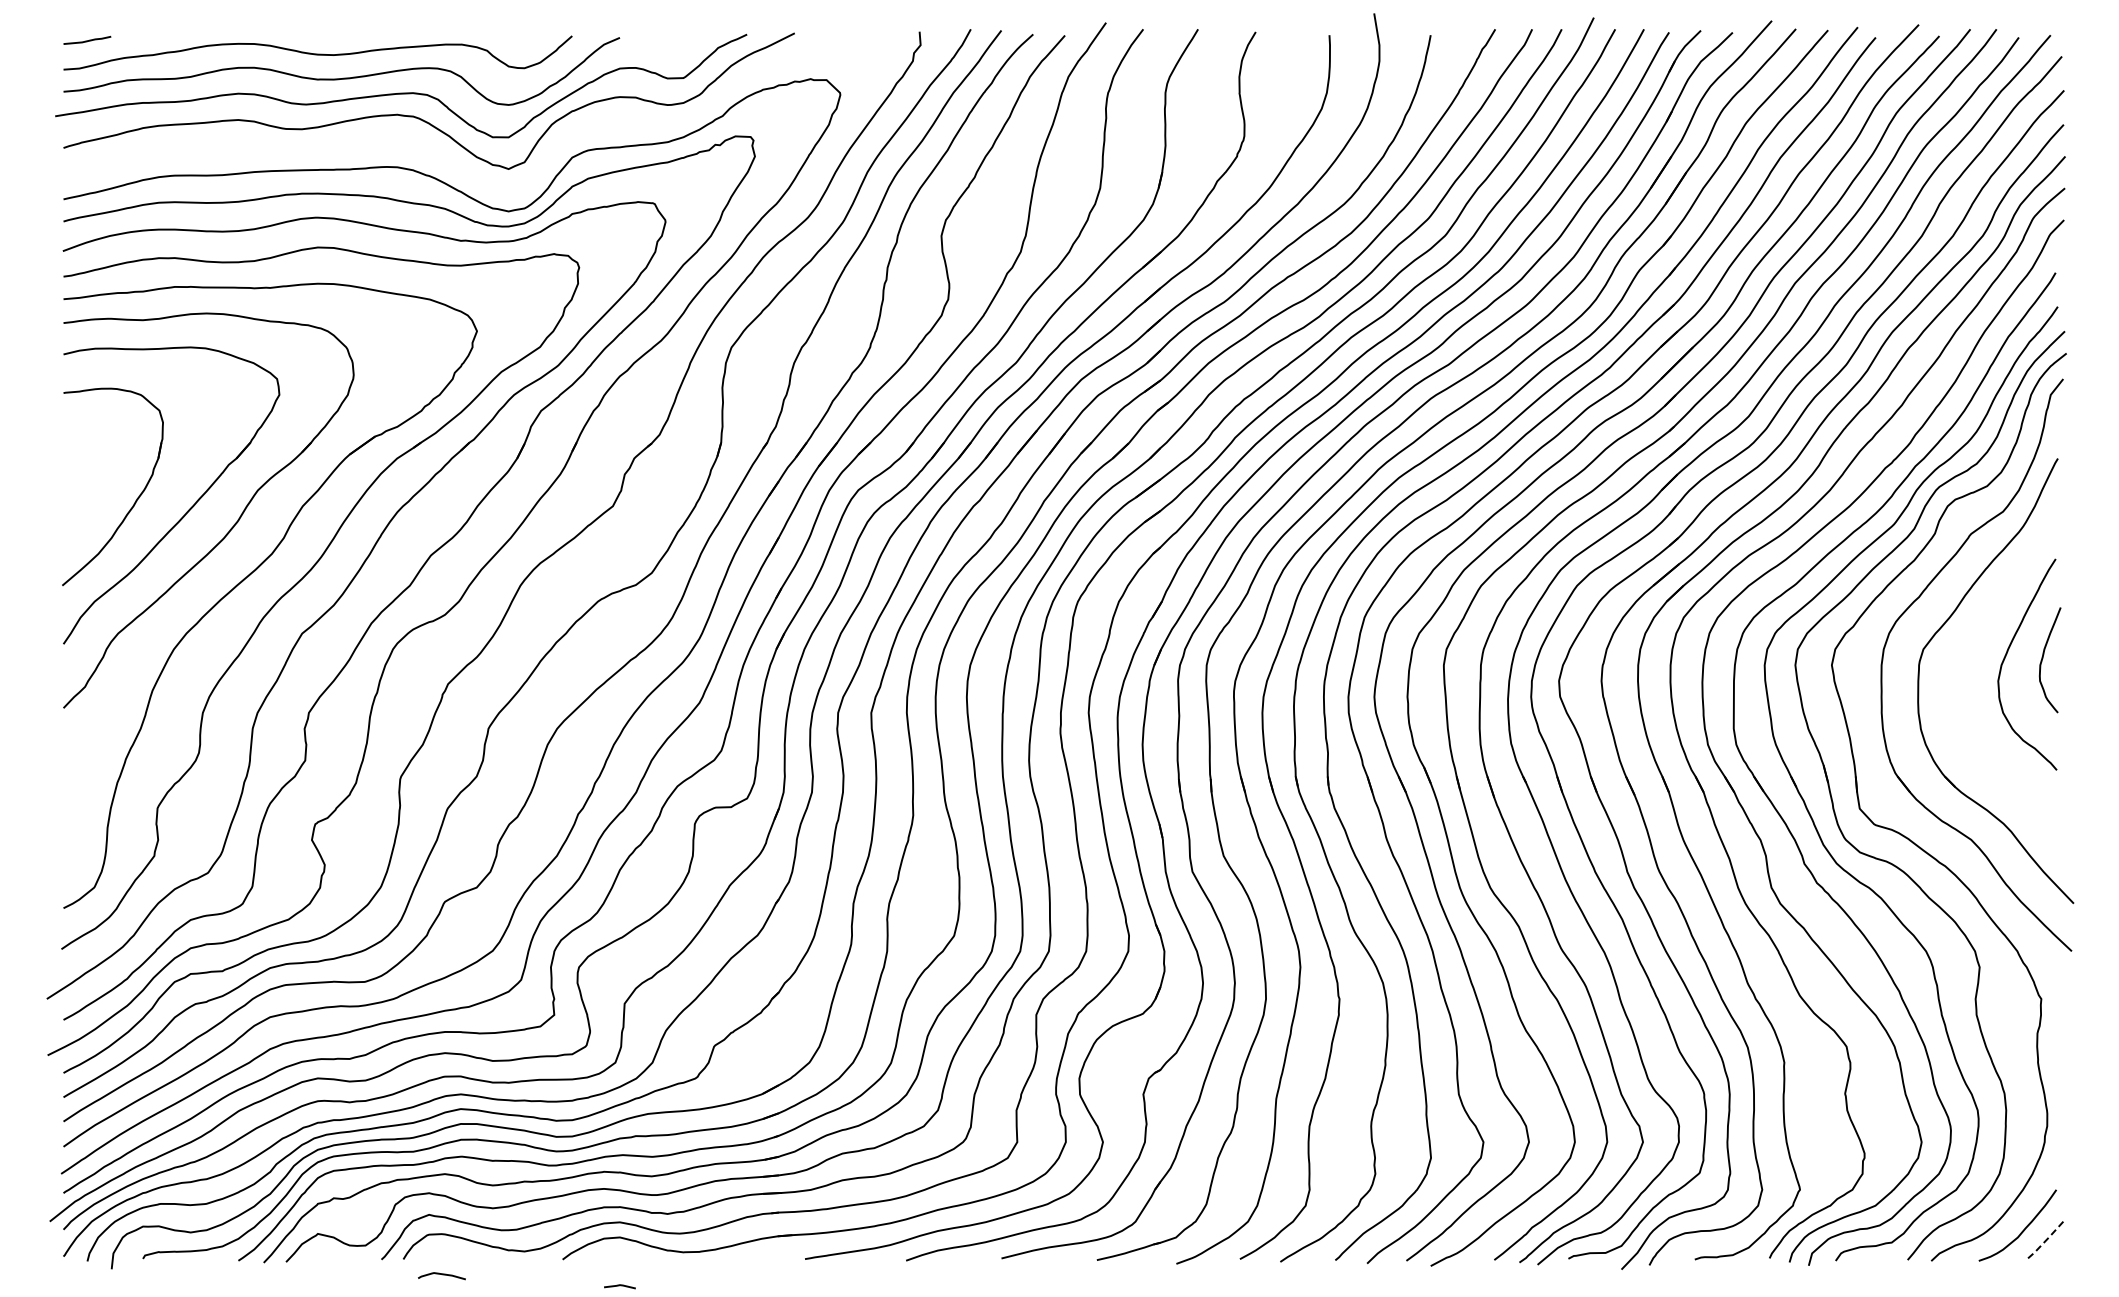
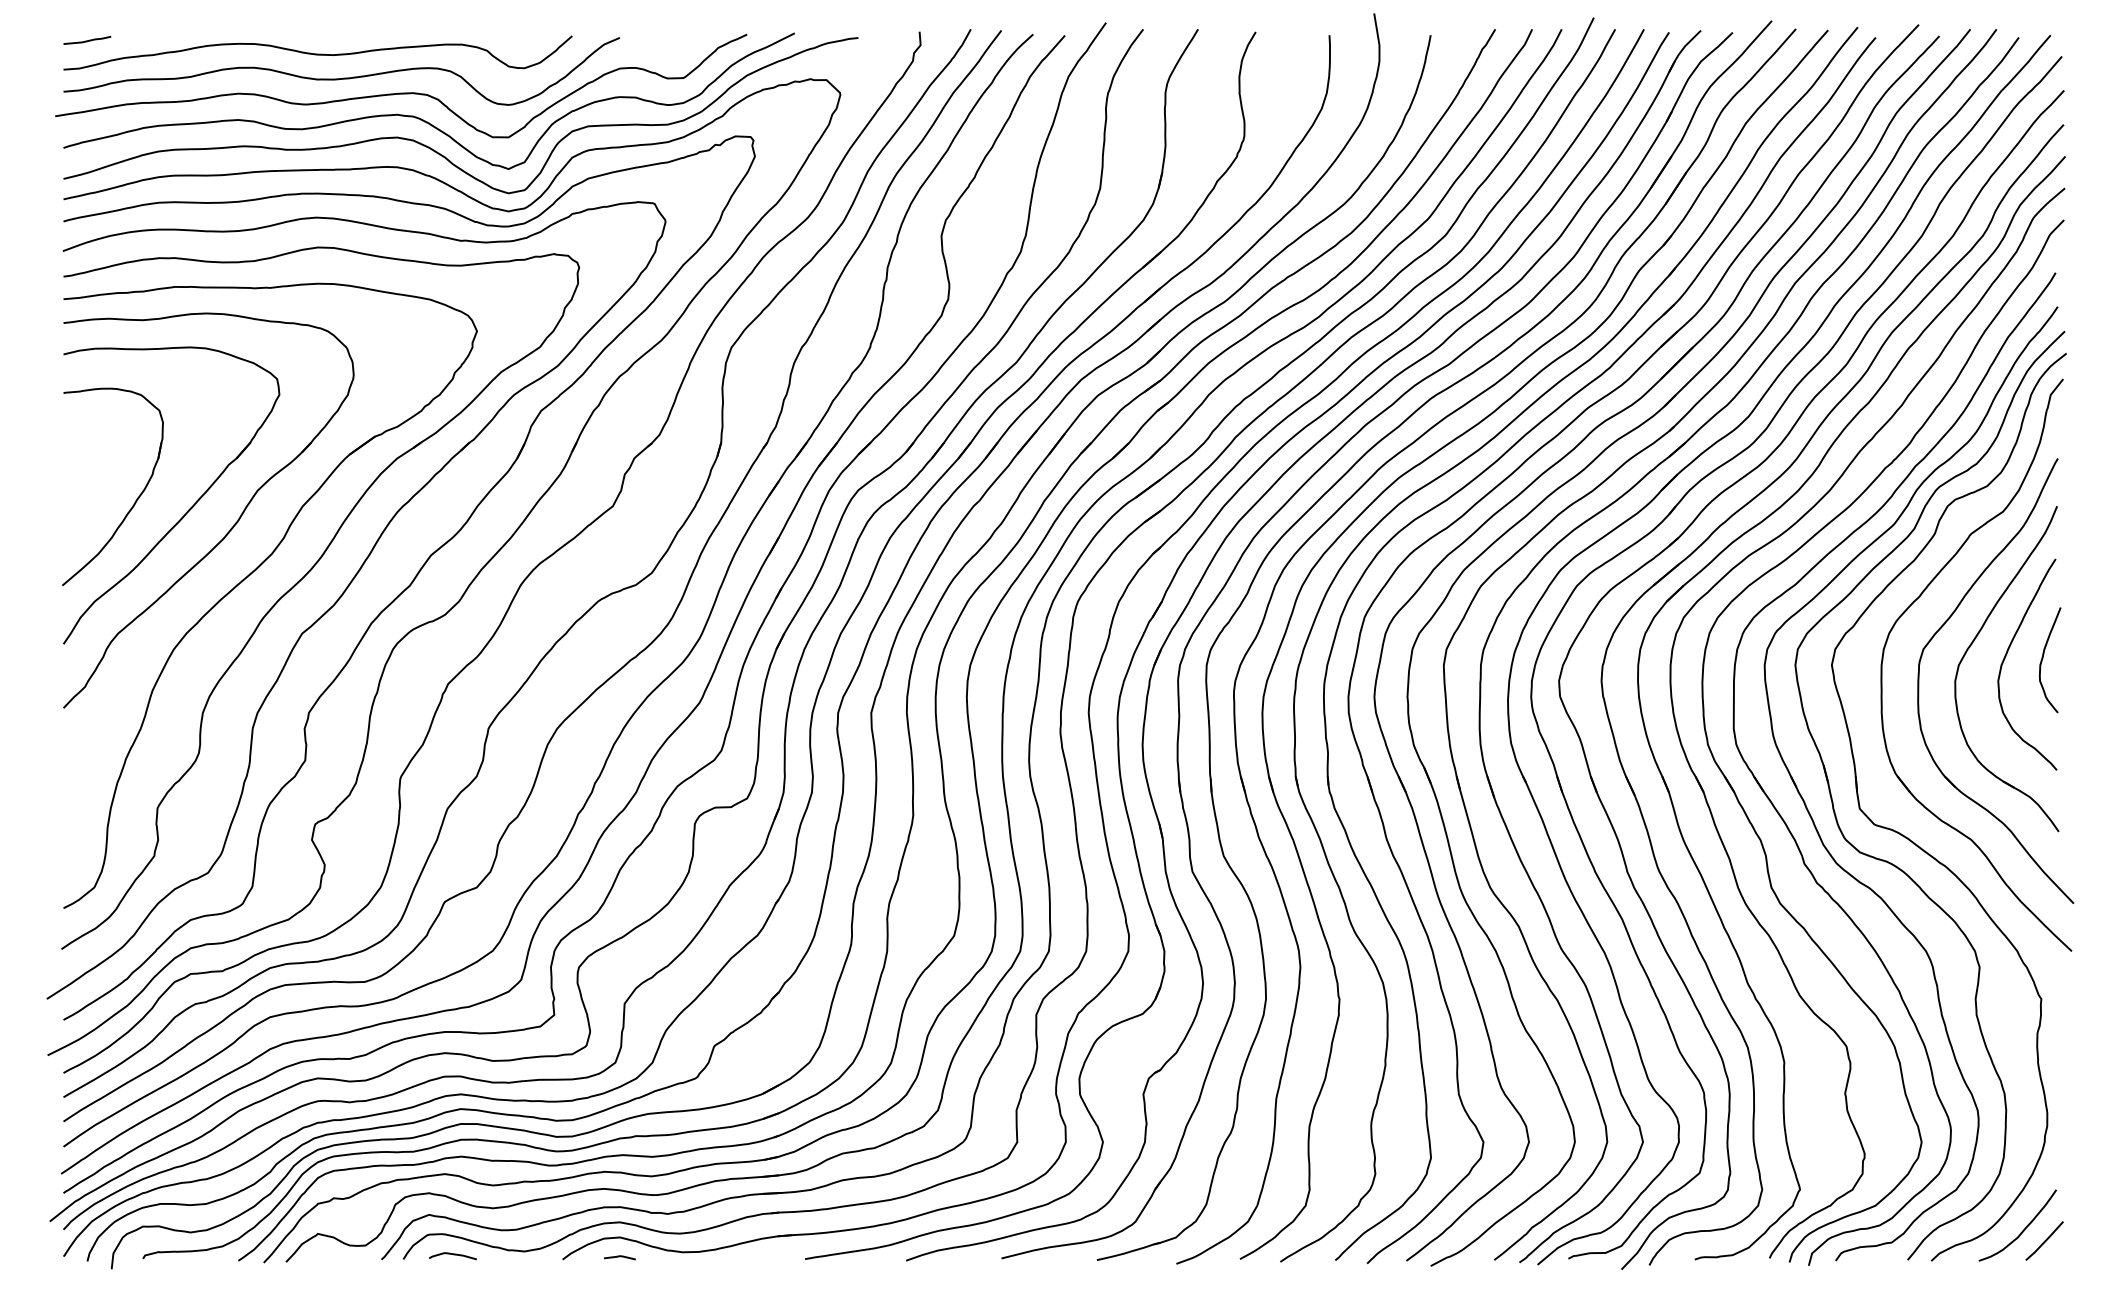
curve at (437, 151): none -> present
part at (1970, 647): none -> present
line at (2044, 1241): dashed -> solid
curve at (442, 1275) position: (442, 1275) -> (453, 1255)
line at (619, 1286) position: (619, 1286) -> (619, 1257)
